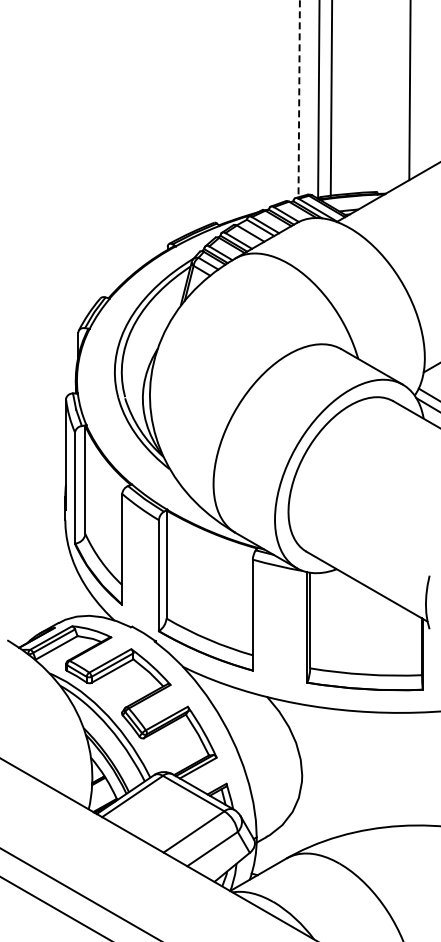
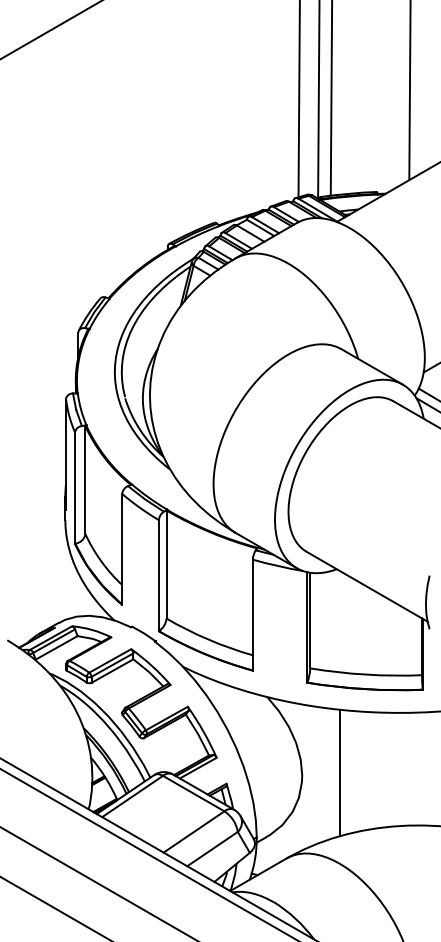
line at (50, 30): none -> present
line at (299, 99): dashed -> solid
line at (339, 772): none -> present
line at (148, 854): none -> present
line at (79, 893) position: (79, 893) -> (98, 883)
